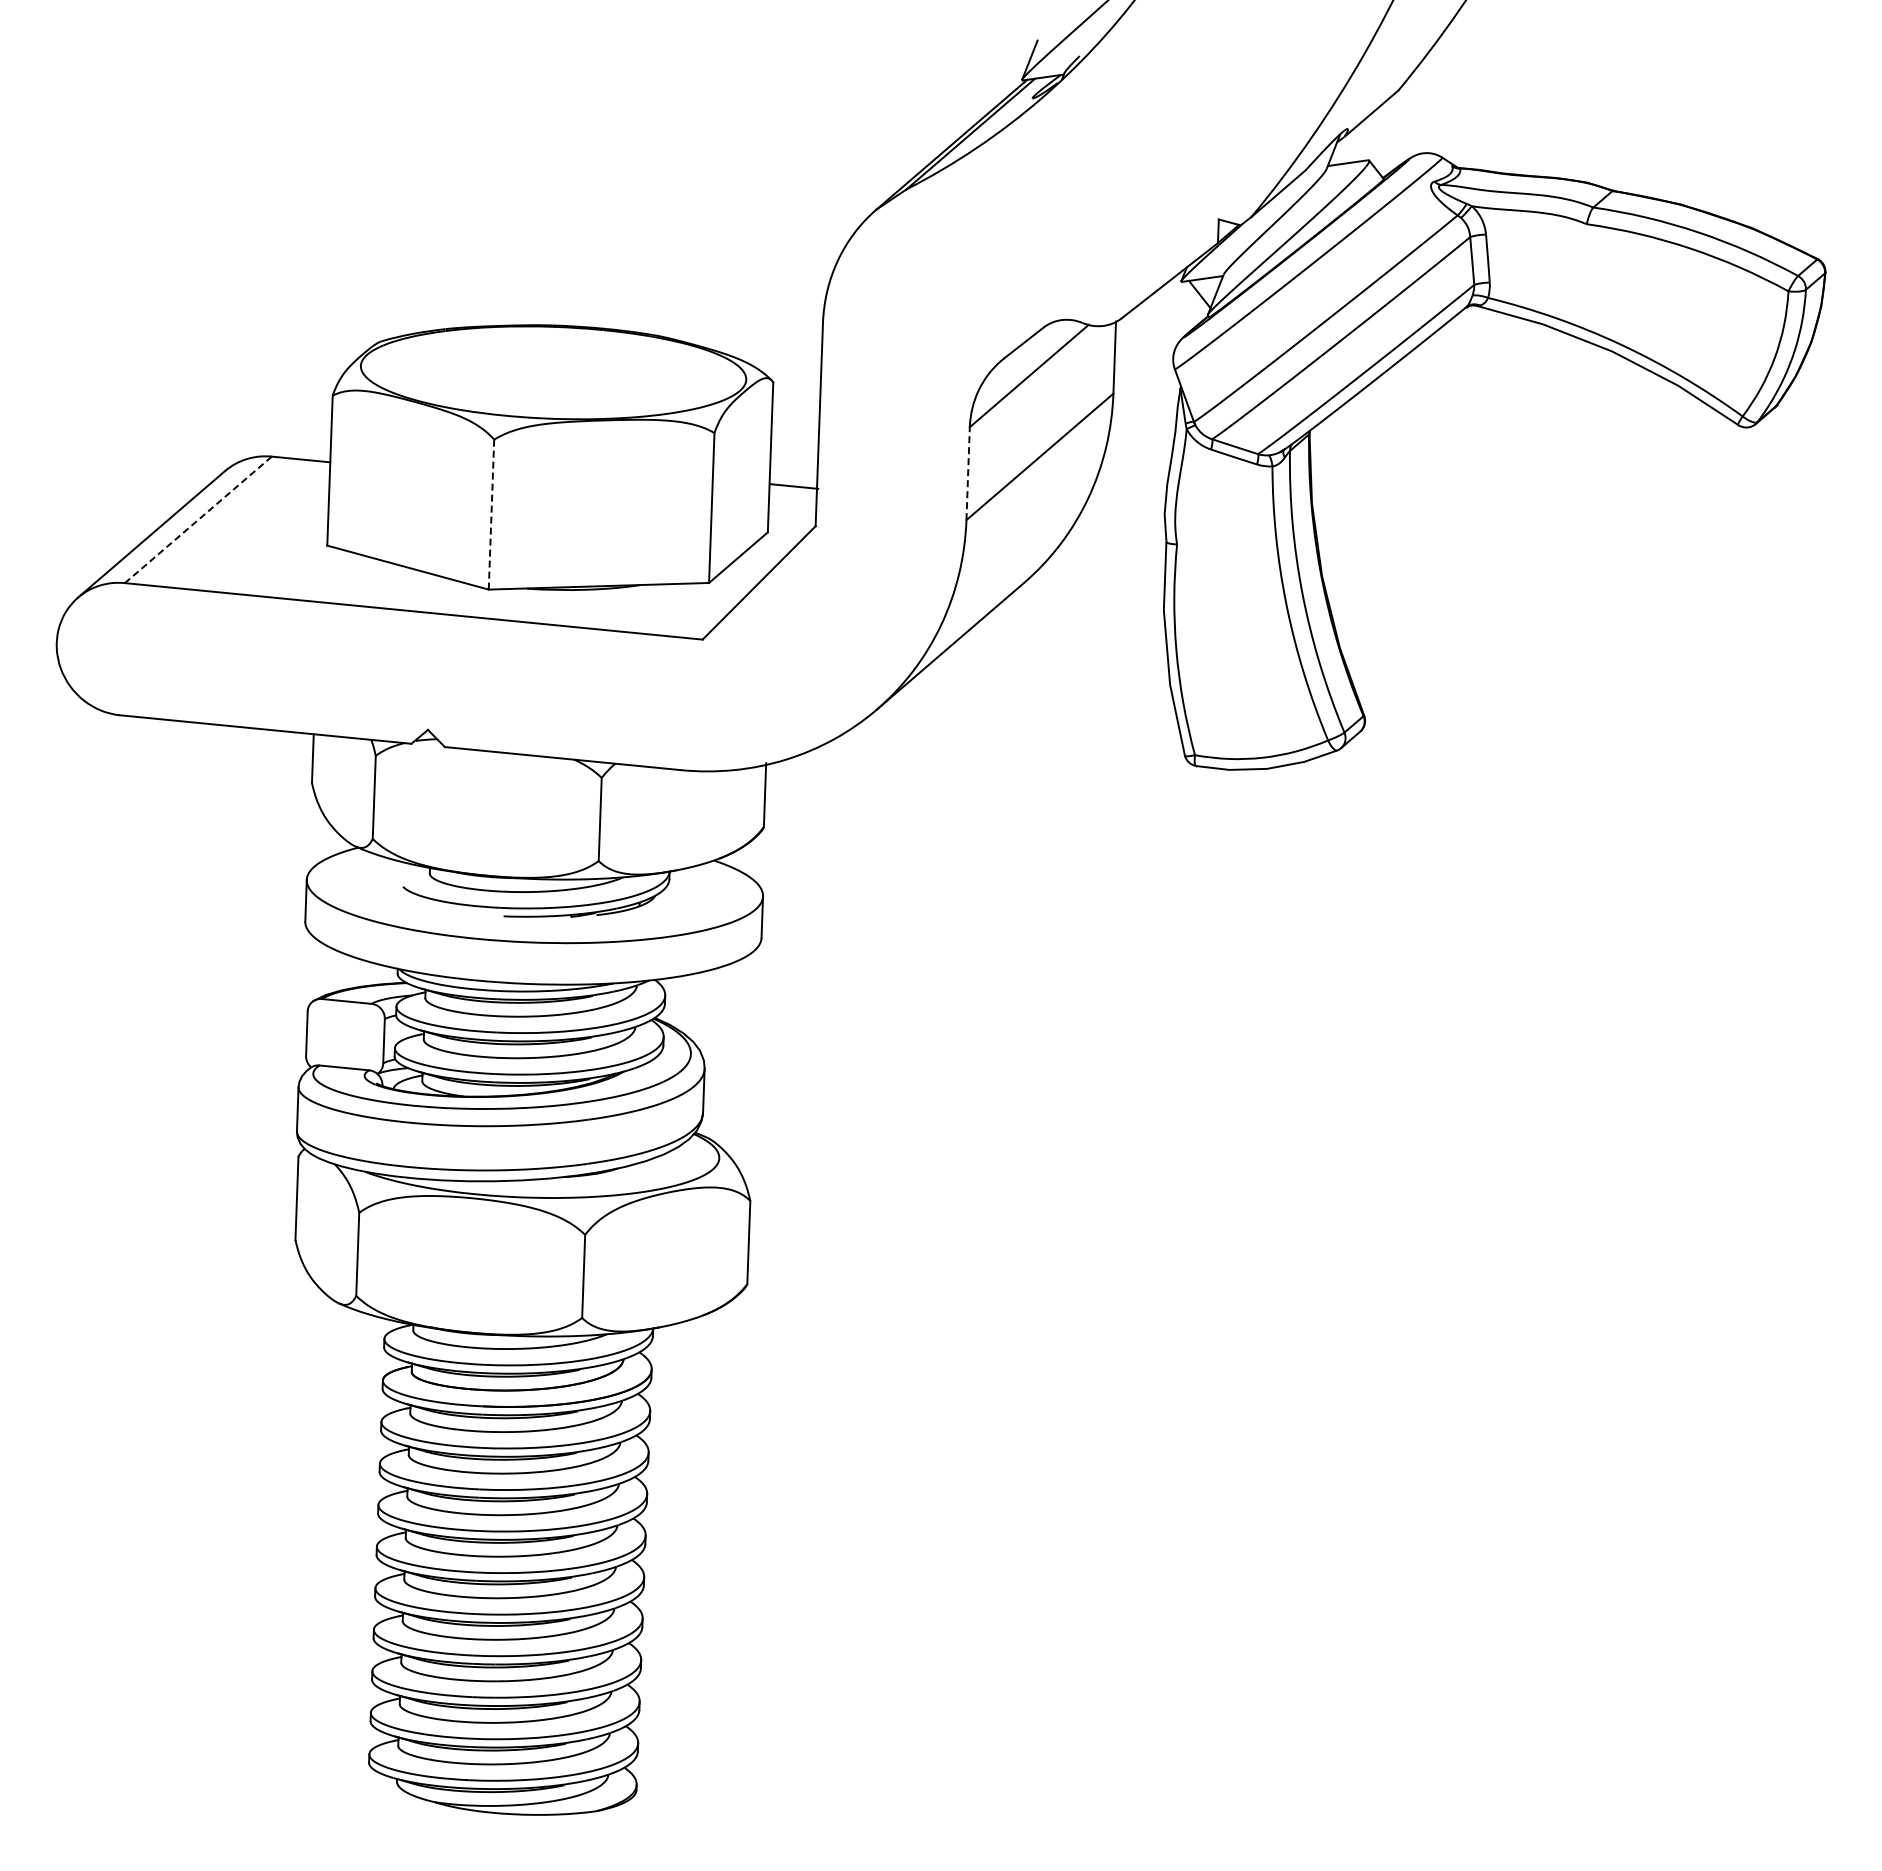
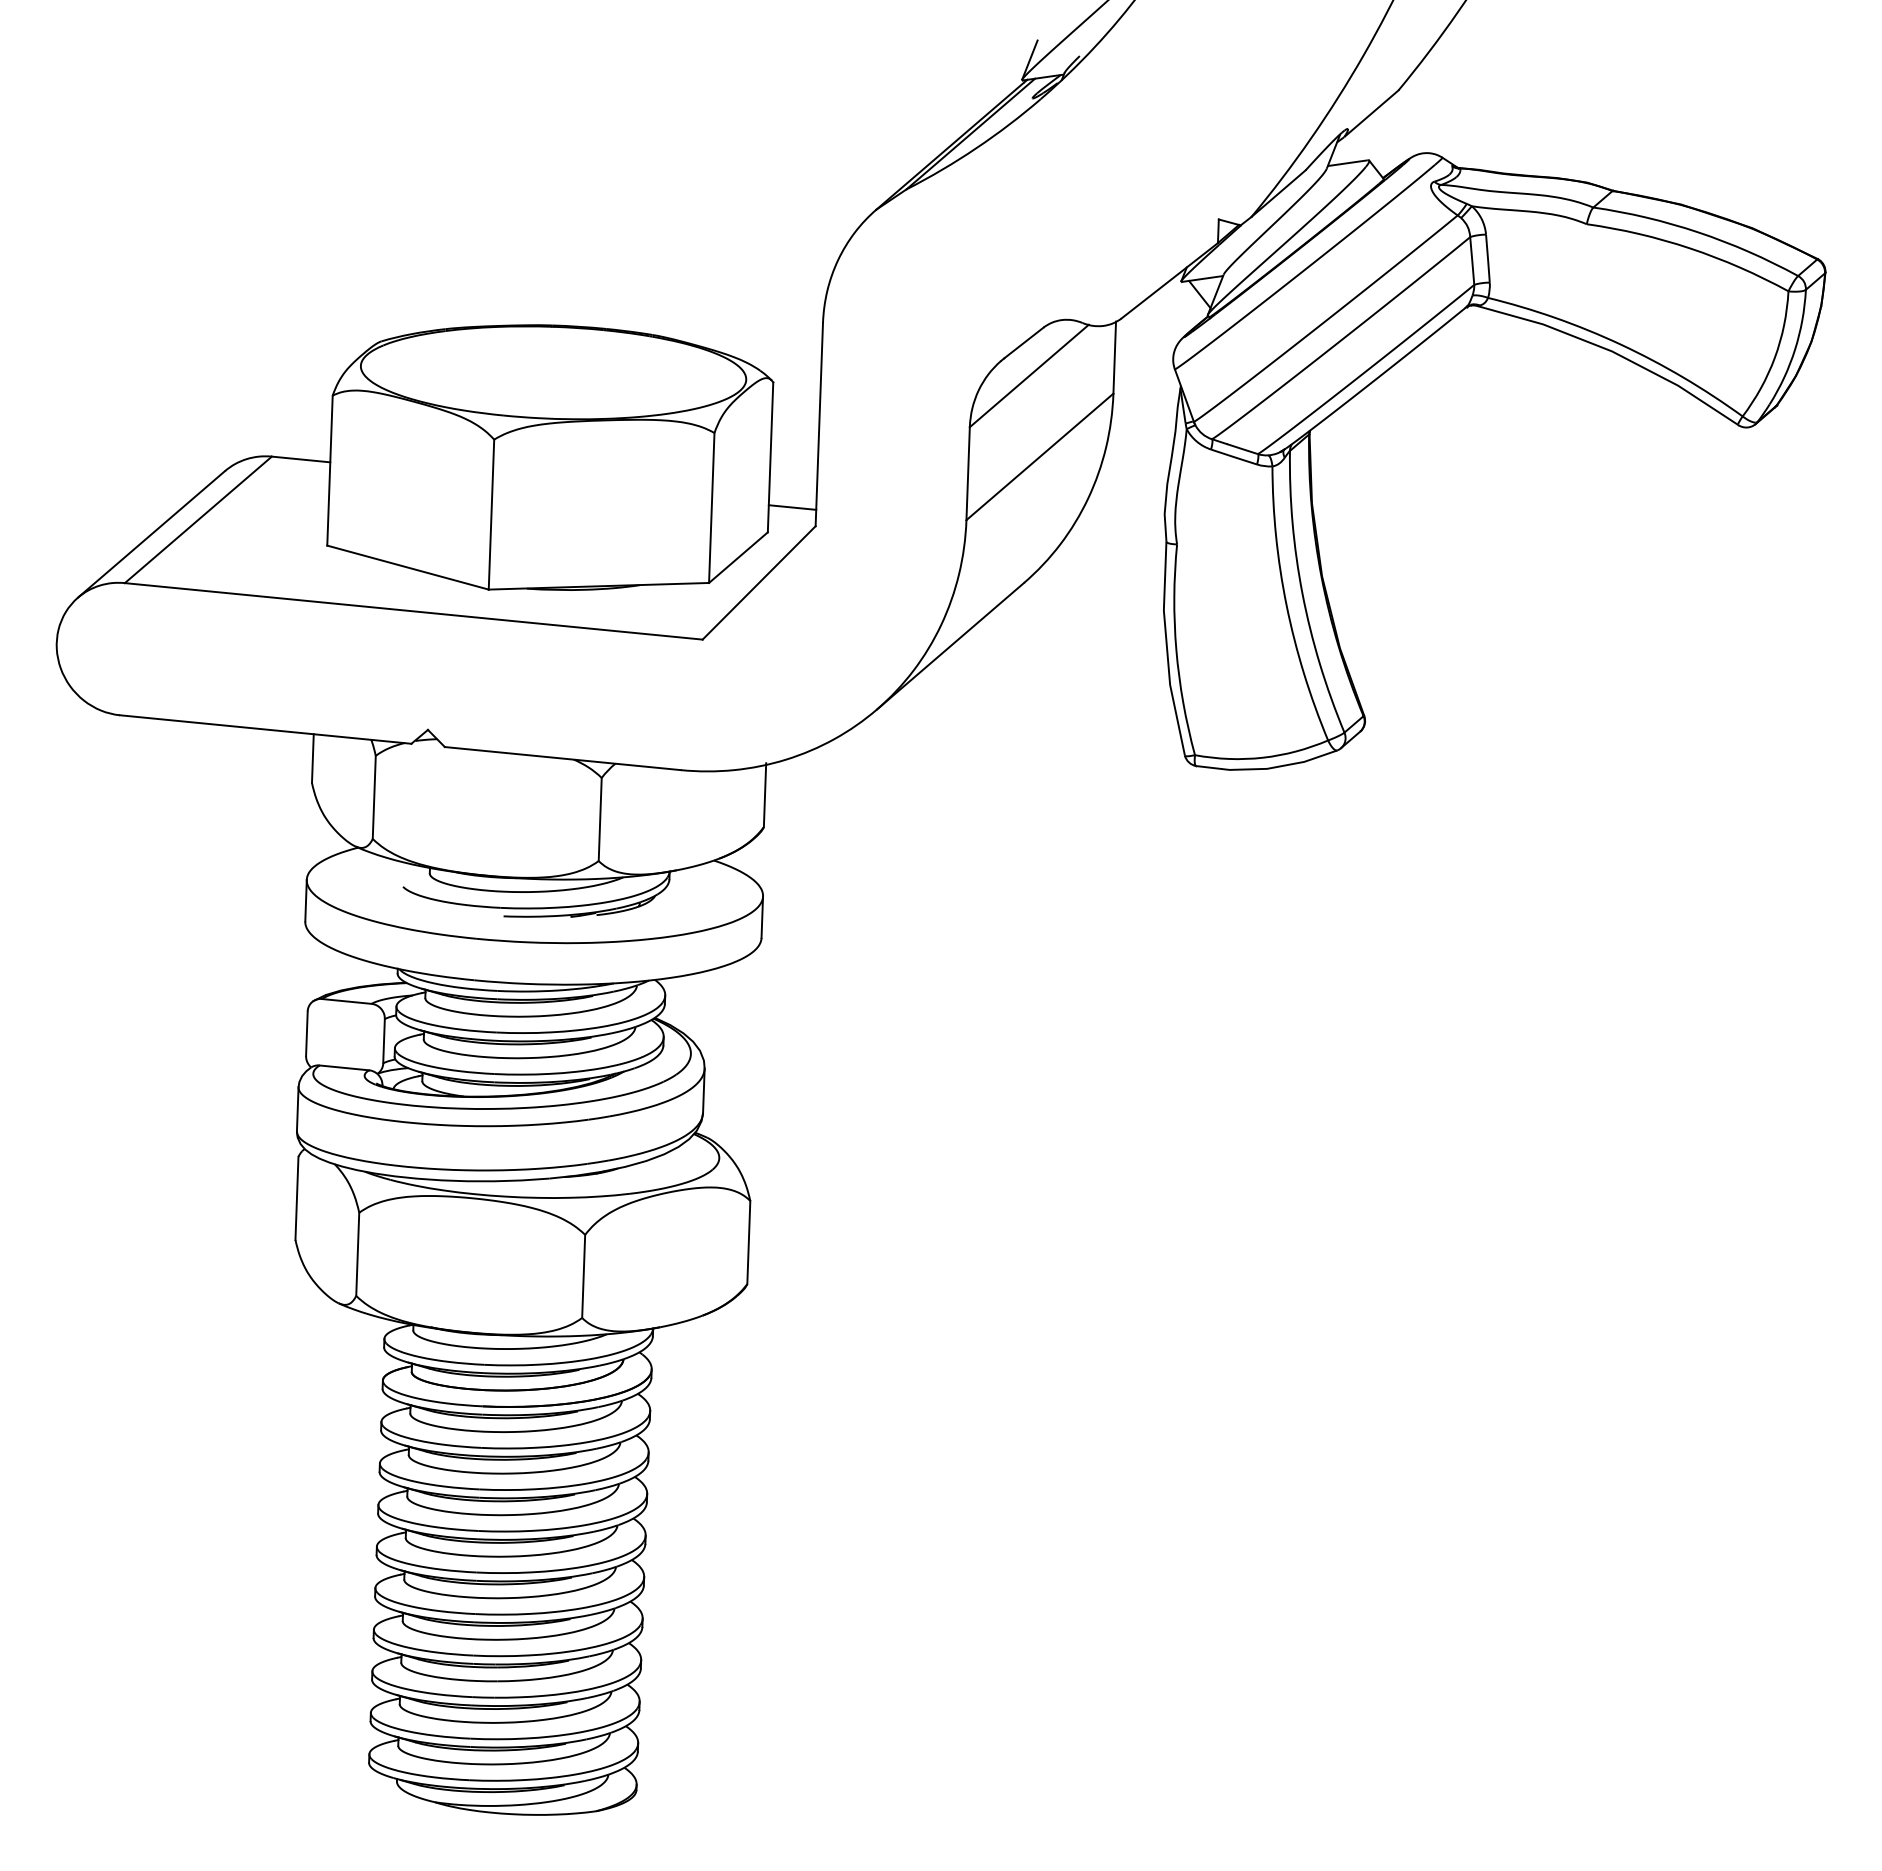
line at (968, 473): dashed -> solid
line at (794, 486) position: (794, 486) -> (792, 507)
line at (491, 515): dashed -> solid
line at (198, 519): dashed -> solid
